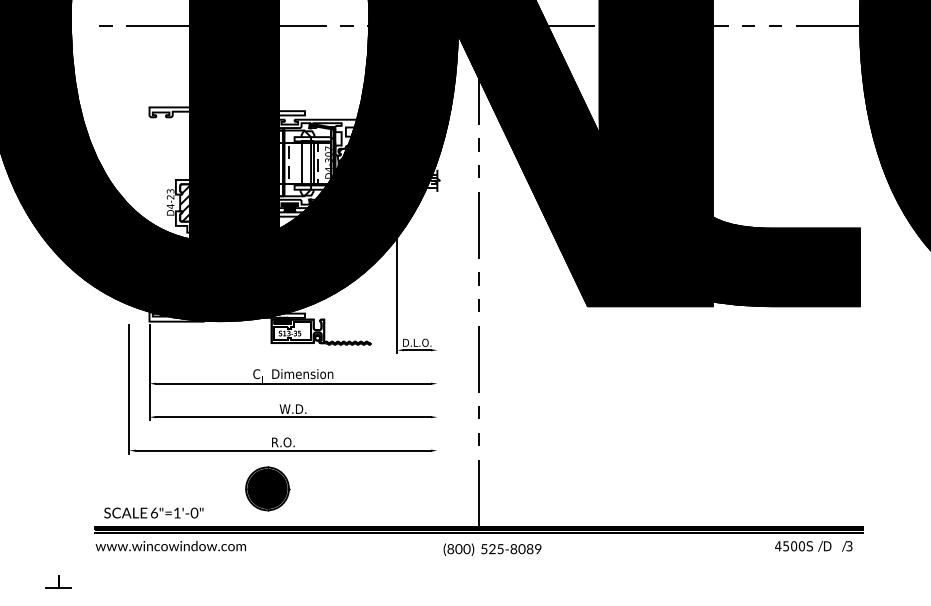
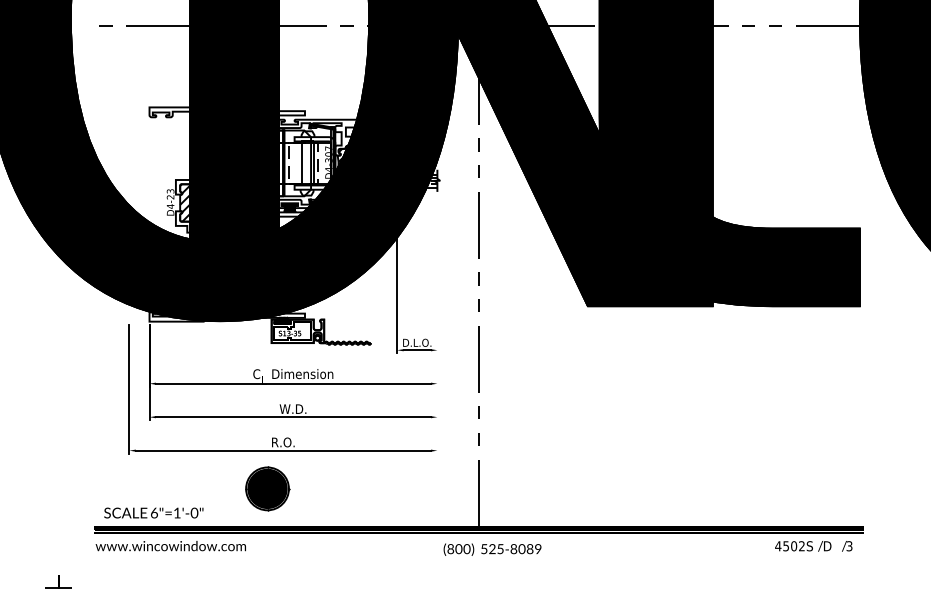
text at (801, 546): 4500S -> 4502S
